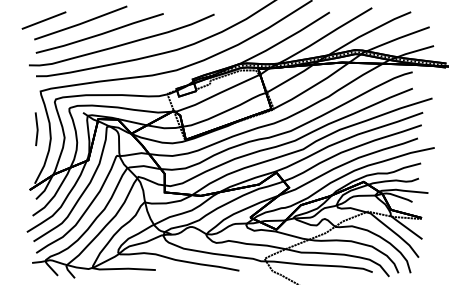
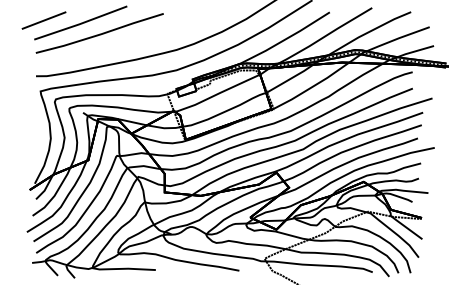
curve at (122, 43): present -> none
line at (36, 129): present -> none
